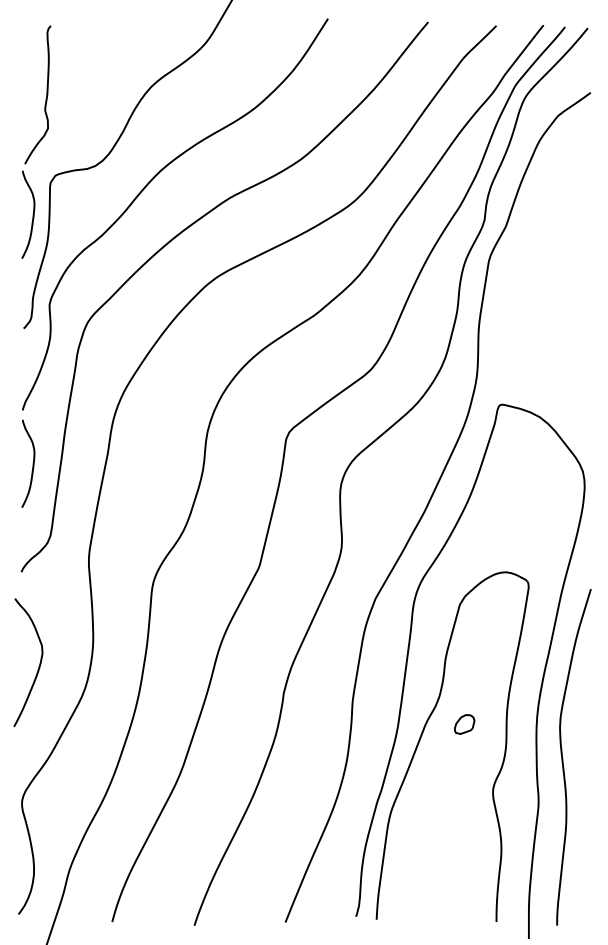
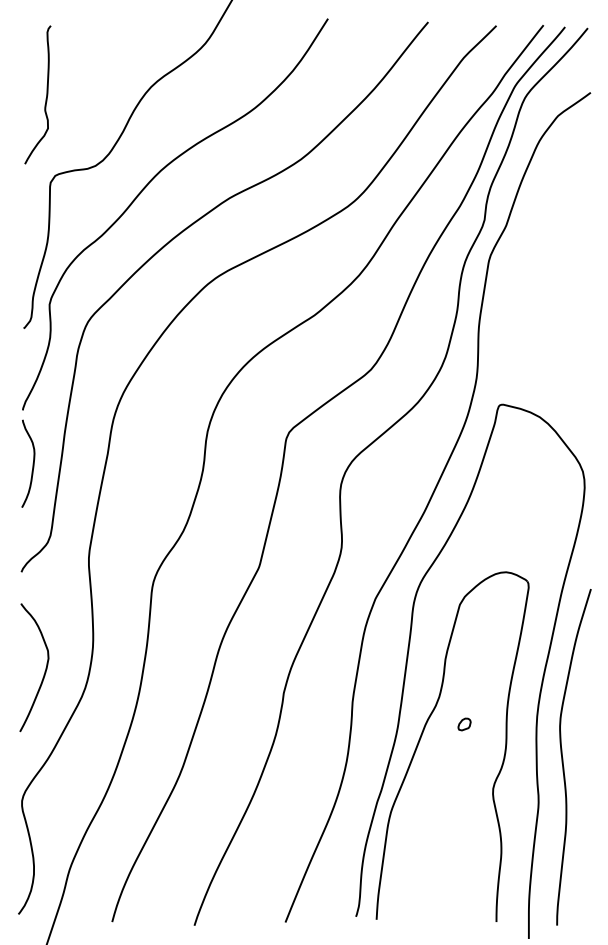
curve at (32, 214): present -> none
curve at (38, 666) position: (38, 666) -> (44, 671)
part at (464, 724) size: 22x21 px -> 15x15 px
